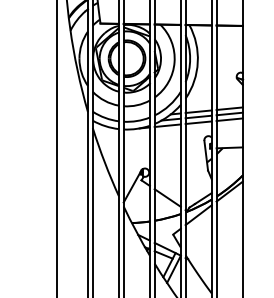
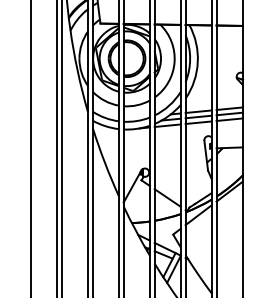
line at (30, 148): none -> present
line at (61, 148): none -> present
